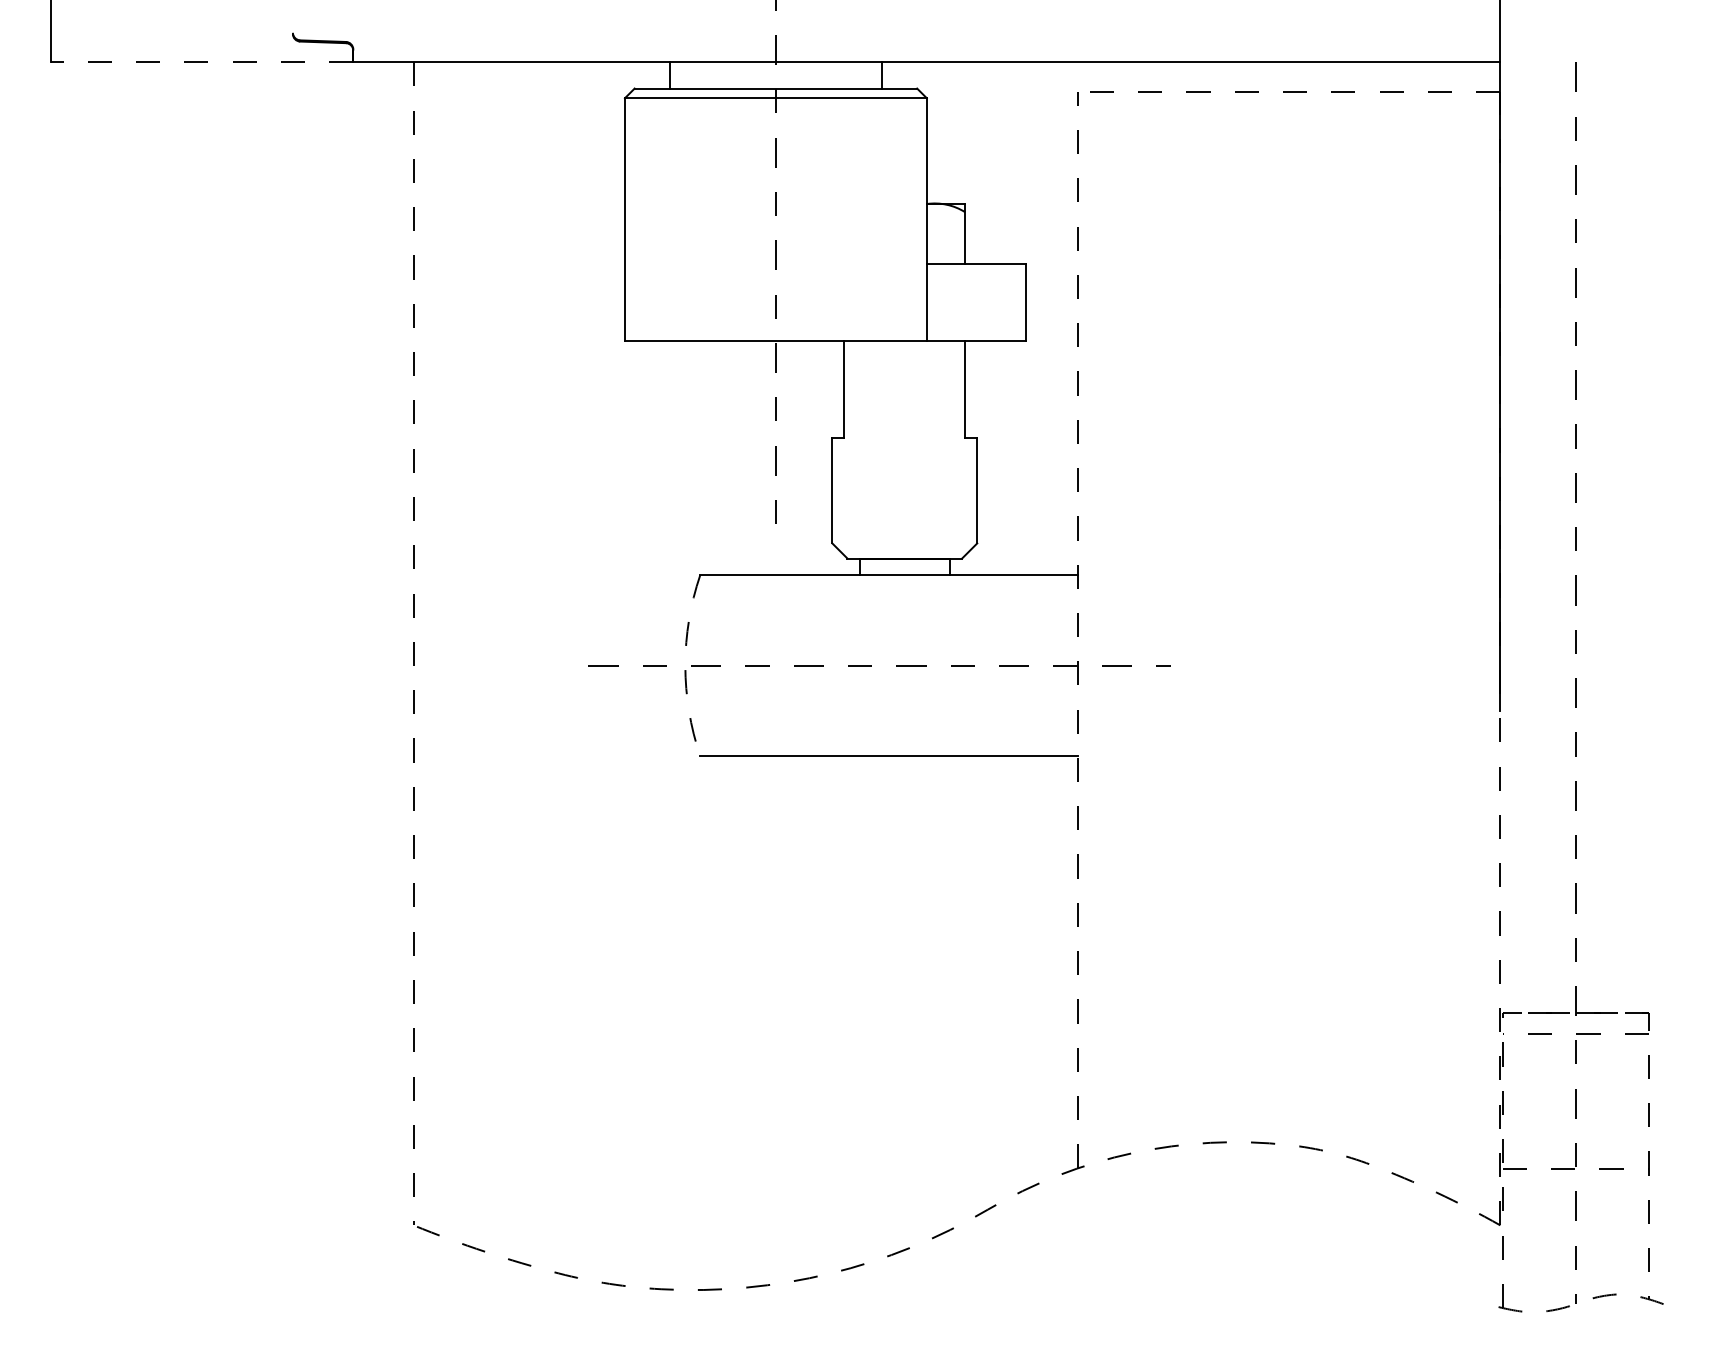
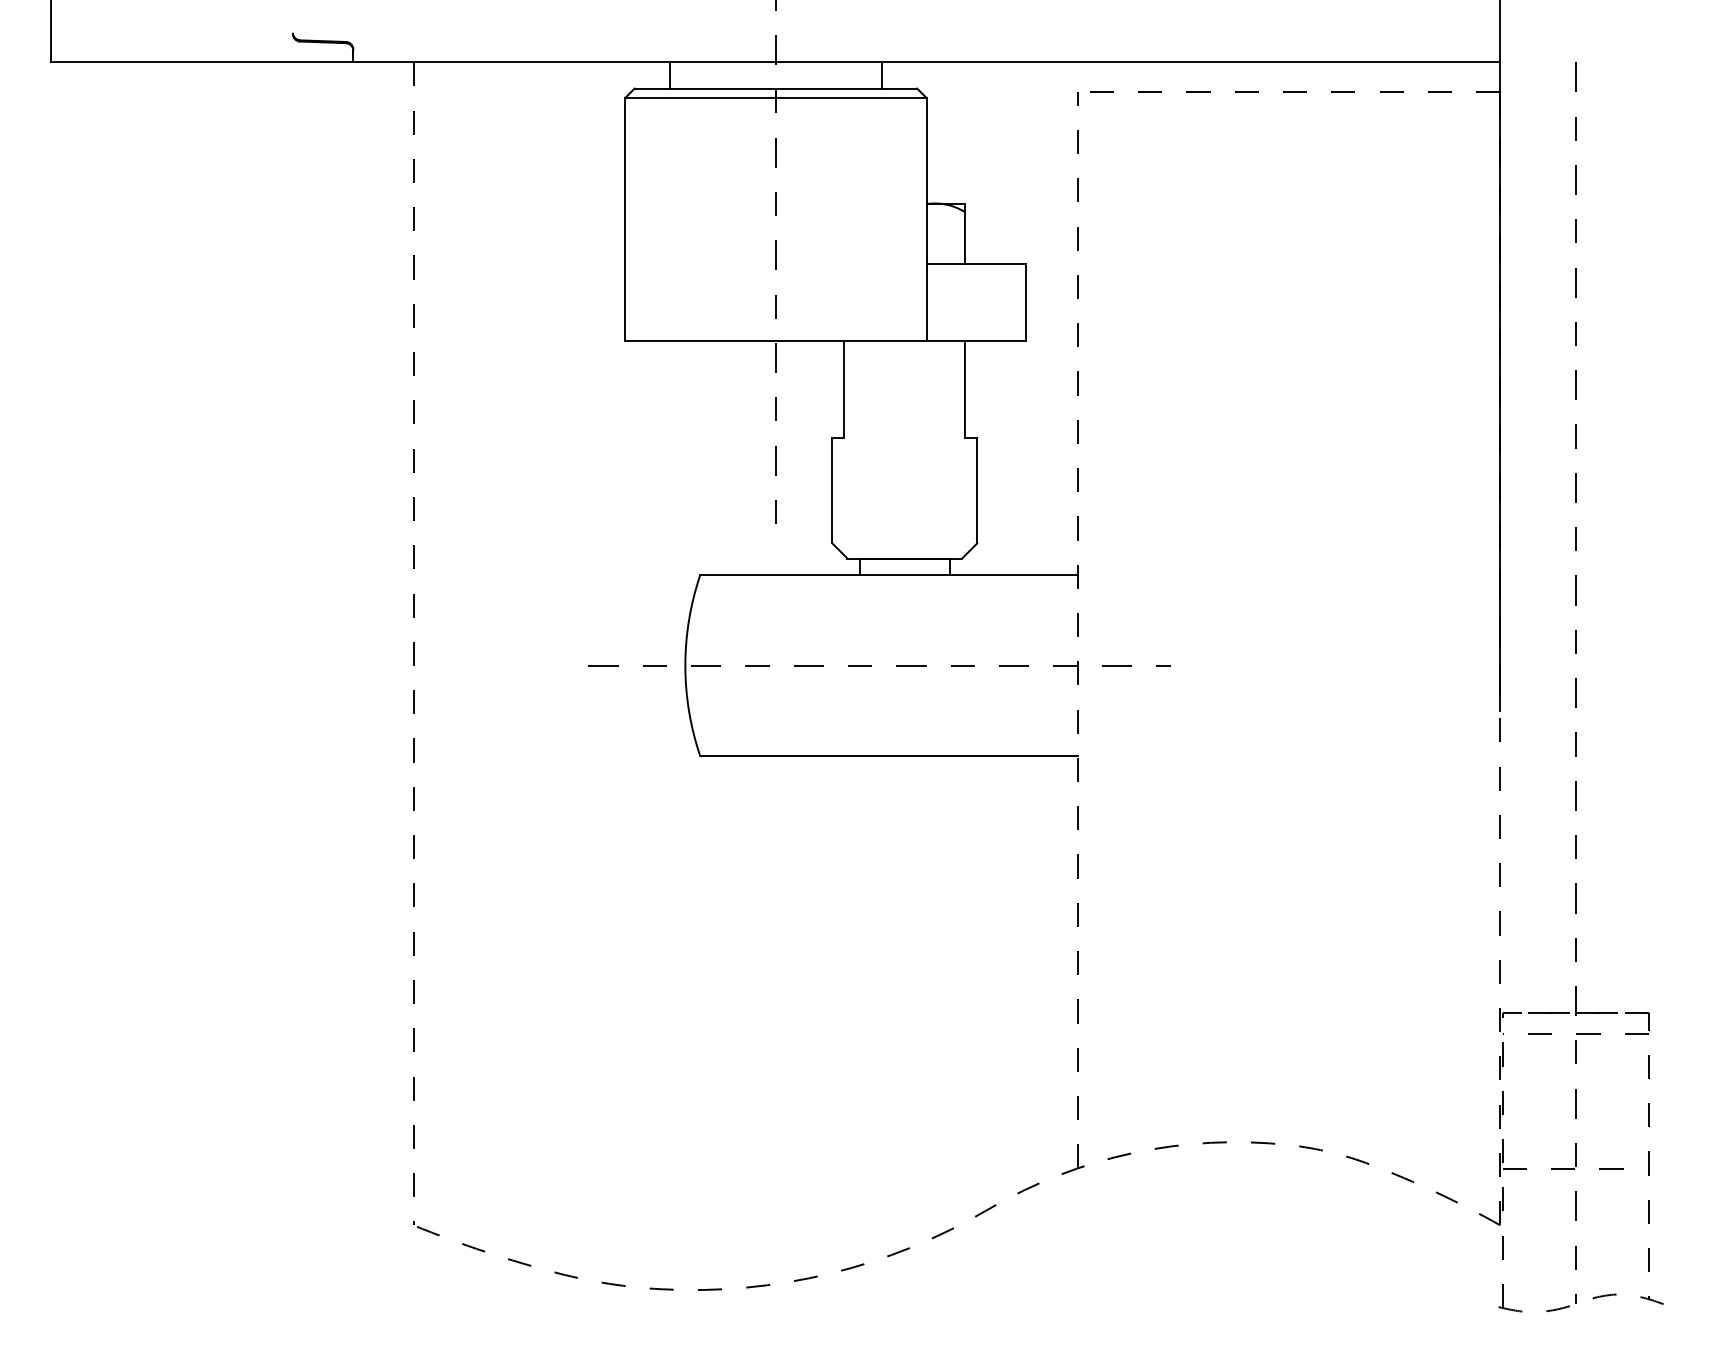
line at (202, 62): dashed -> solid
arc at (685, 665): dashed -> solid
